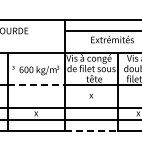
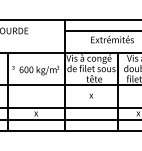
line at (36, 85): dashed -> solid
line at (91, 131): dashed -> solid
